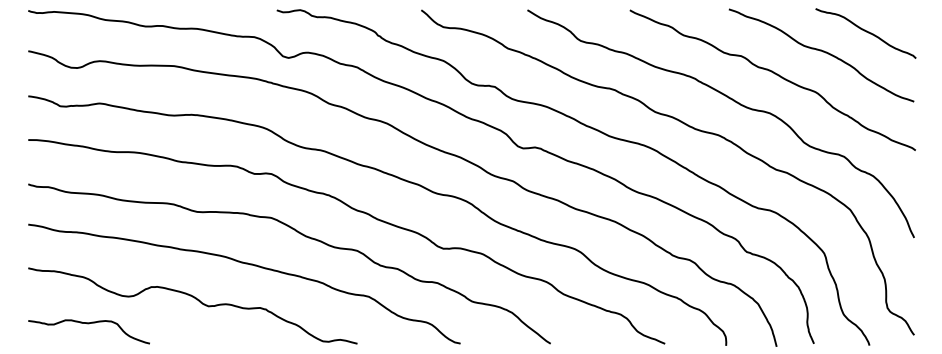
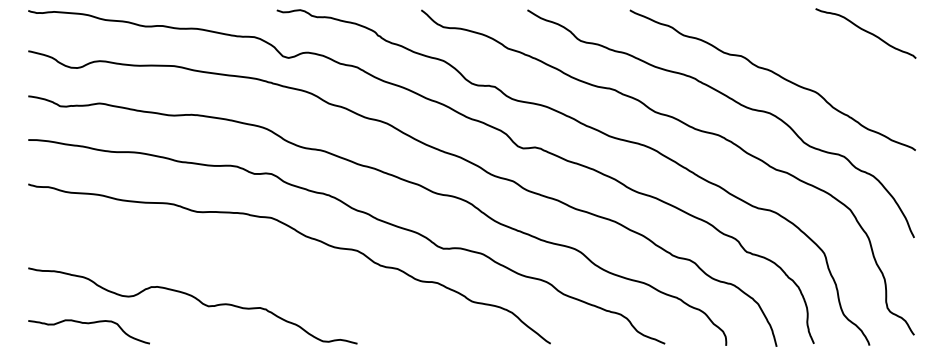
curve at (823, 52): present -> none
curve at (250, 265): present -> none
